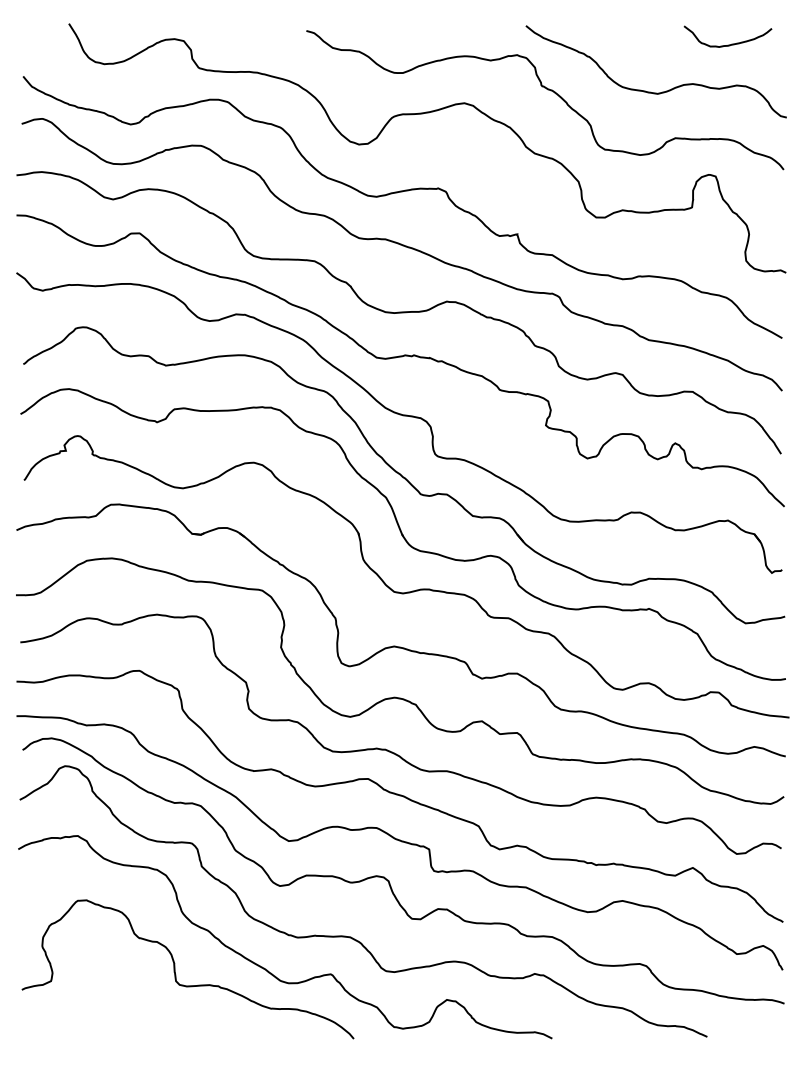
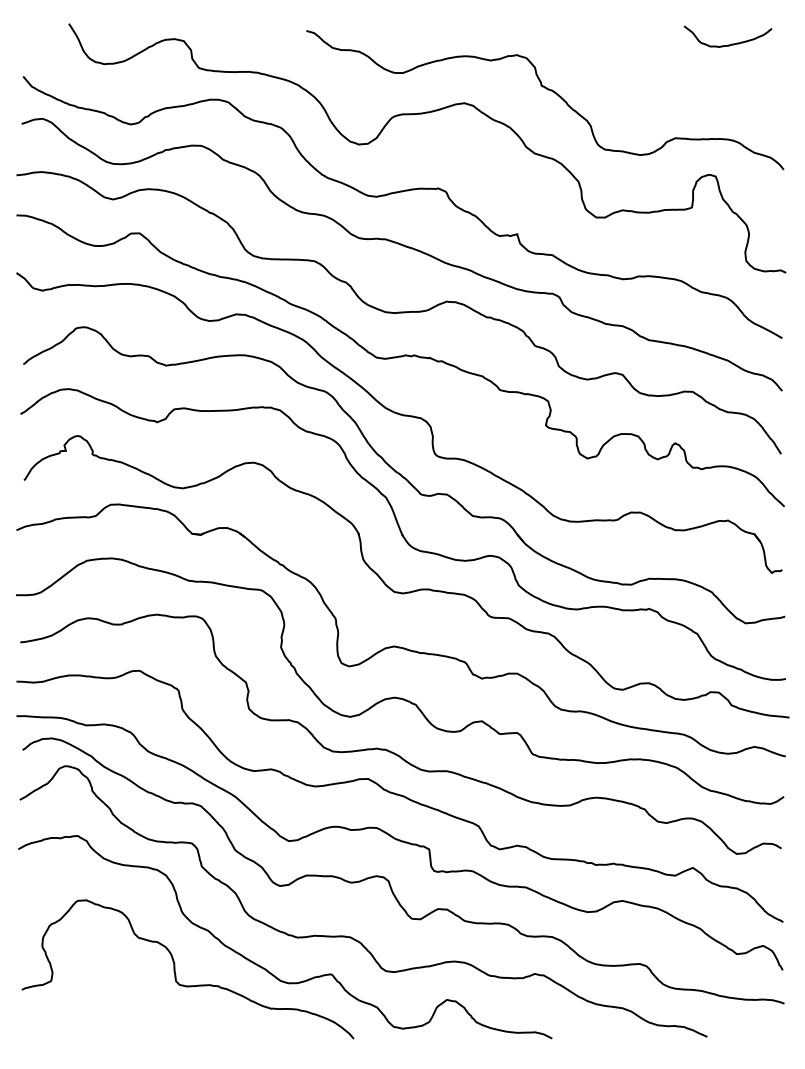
curve at (650, 91): present -> none
